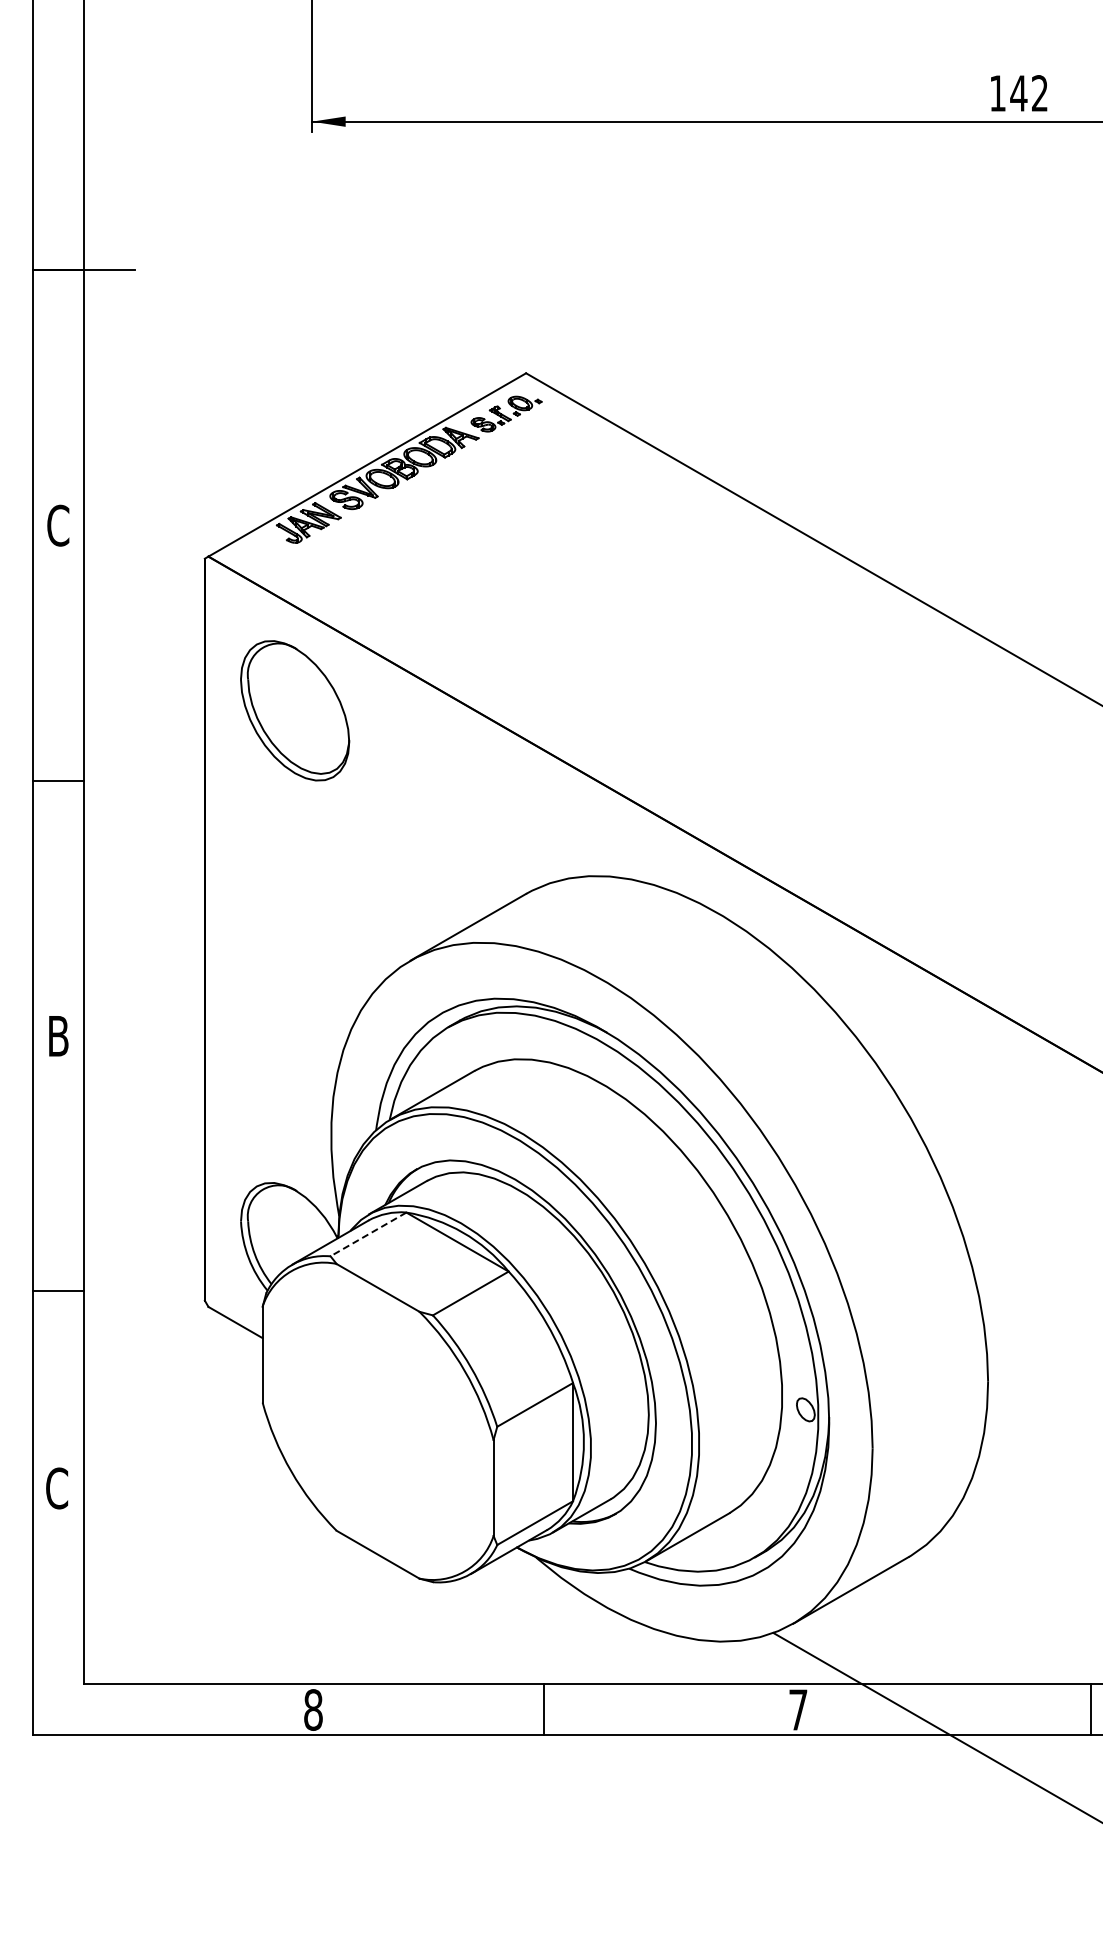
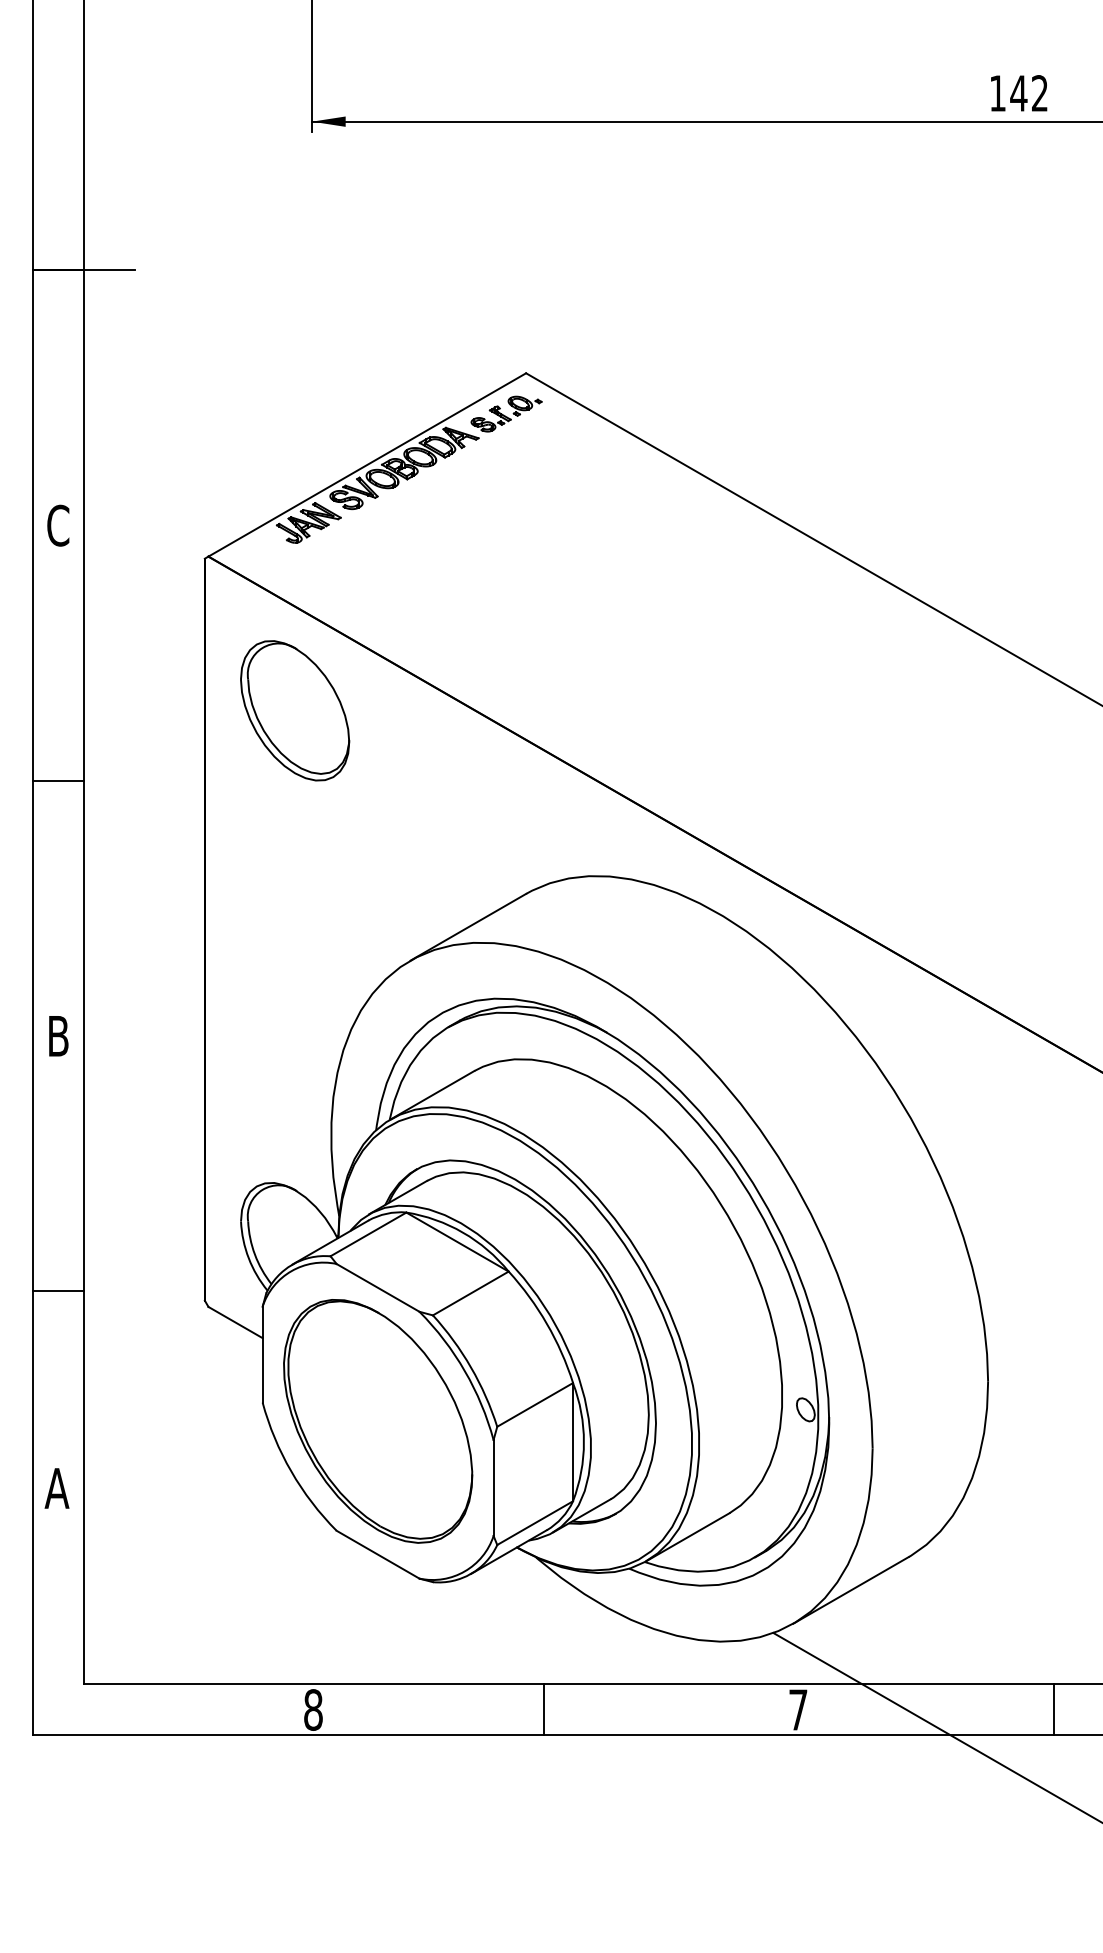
line at (368, 1234): dashed -> solid
part at (378, 1421): none -> present
text at (56, 1488): C -> A
line at (1091, 1709) position: (1091, 1709) -> (1054, 1709)
